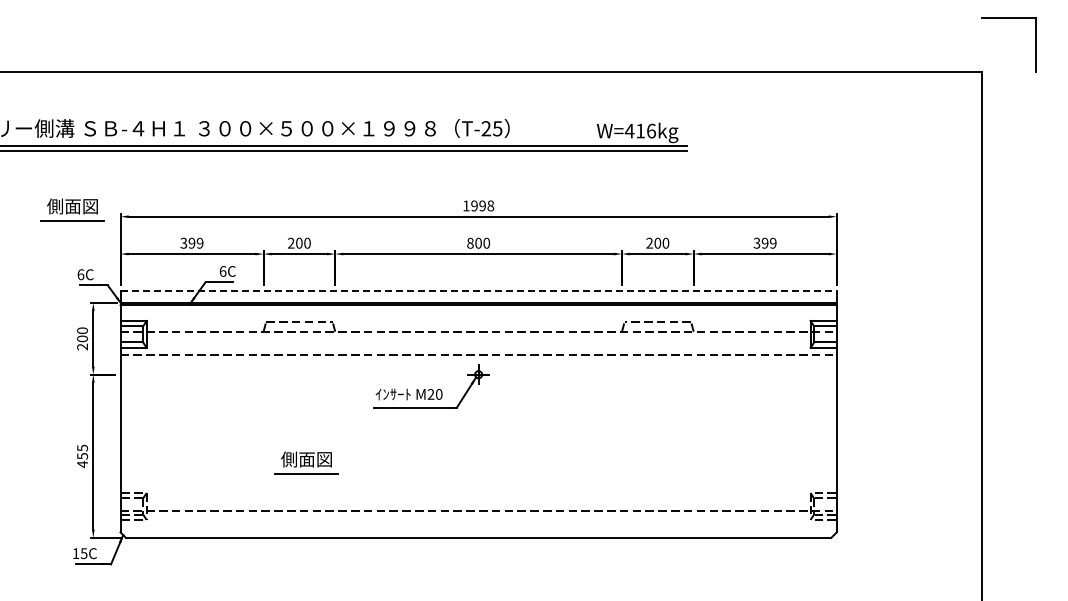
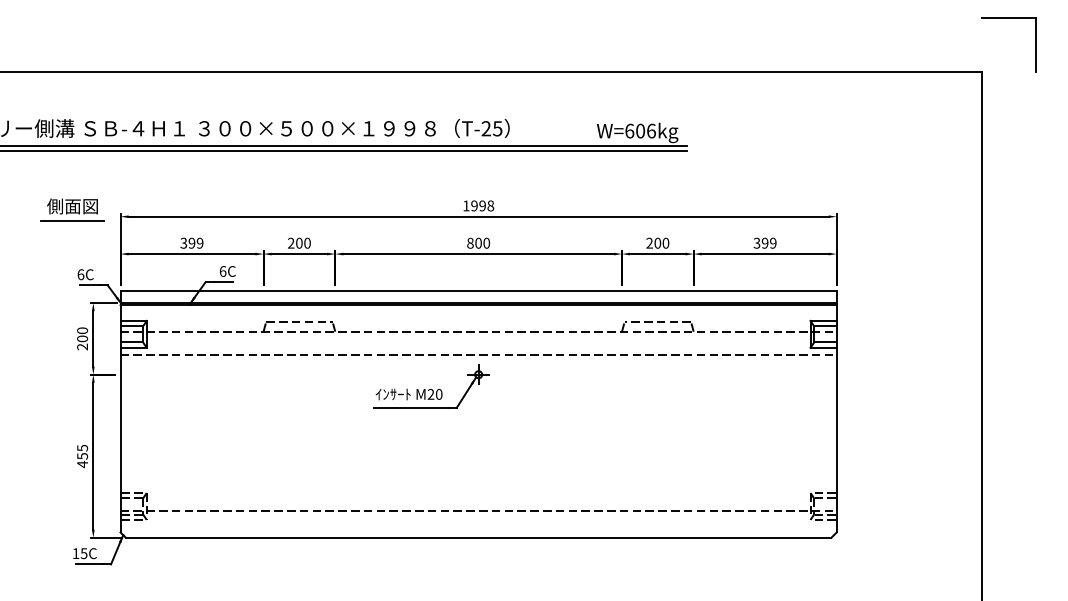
text at (634, 130): W=416kg -> W=606kg
line at (479, 290): dashed -> solid
part at (306, 462): present -> none
